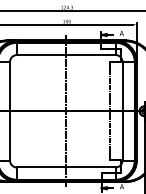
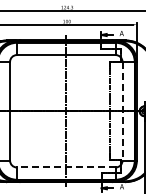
line at (122, 111): solid -> dashed
line at (65, 167): solid -> dashed
